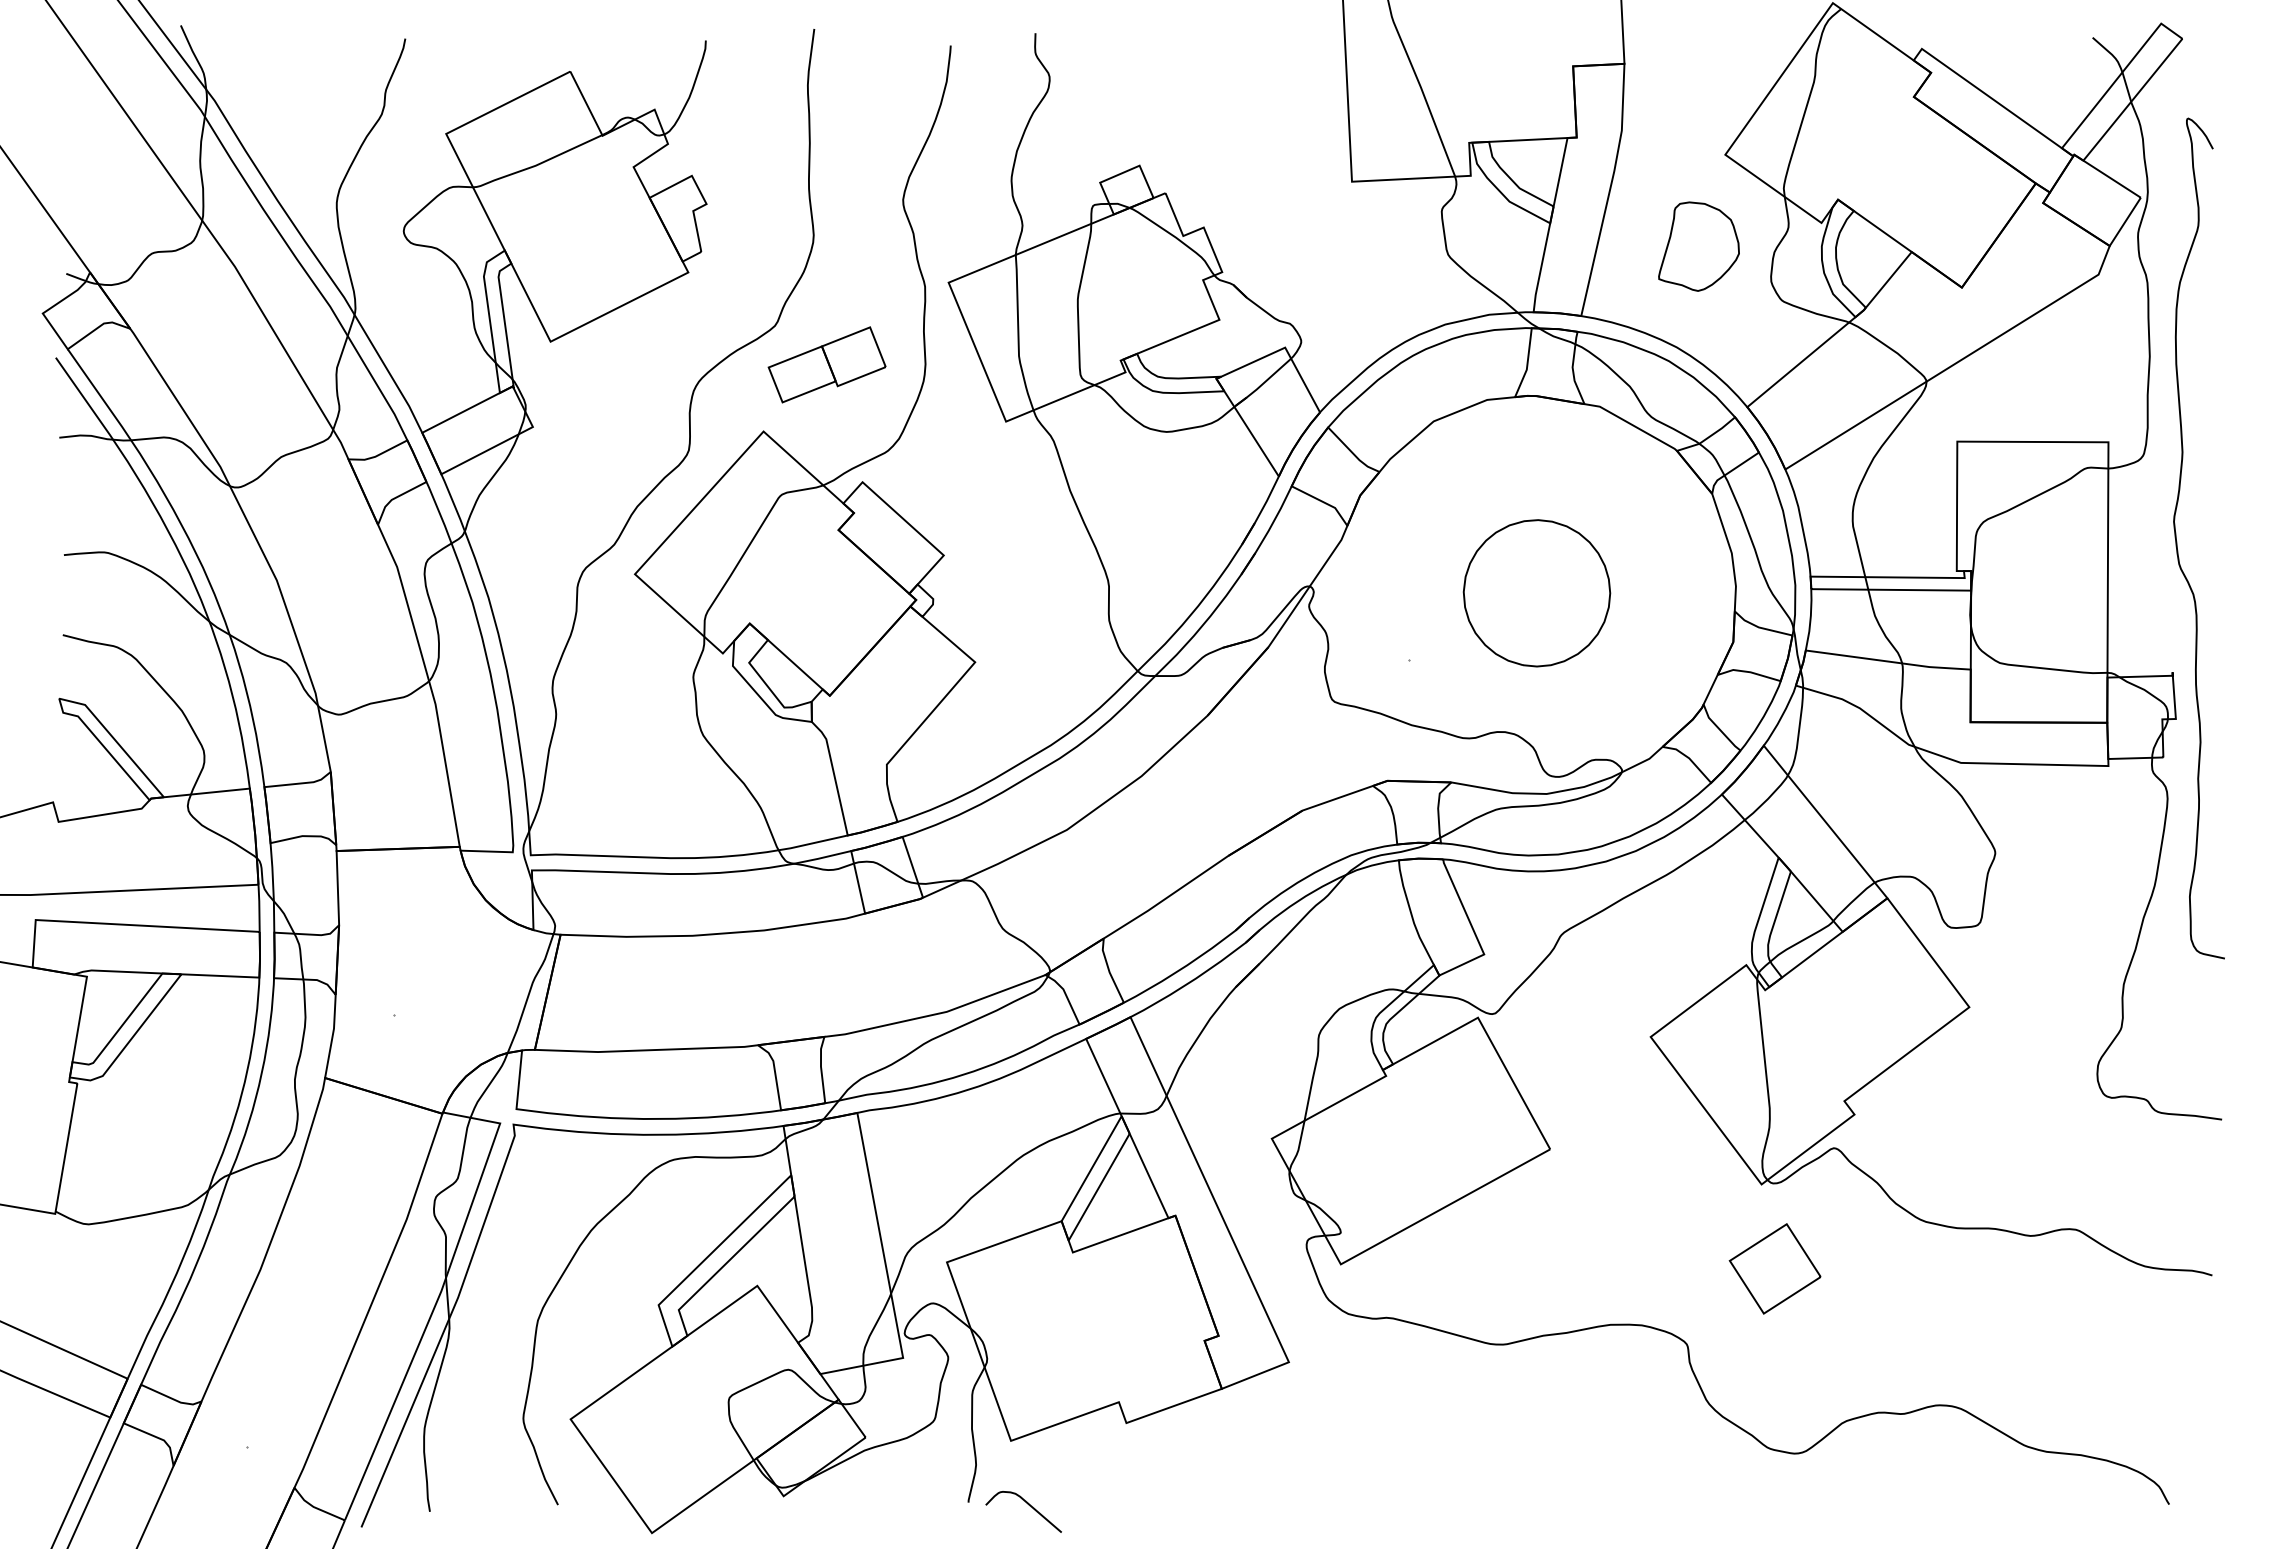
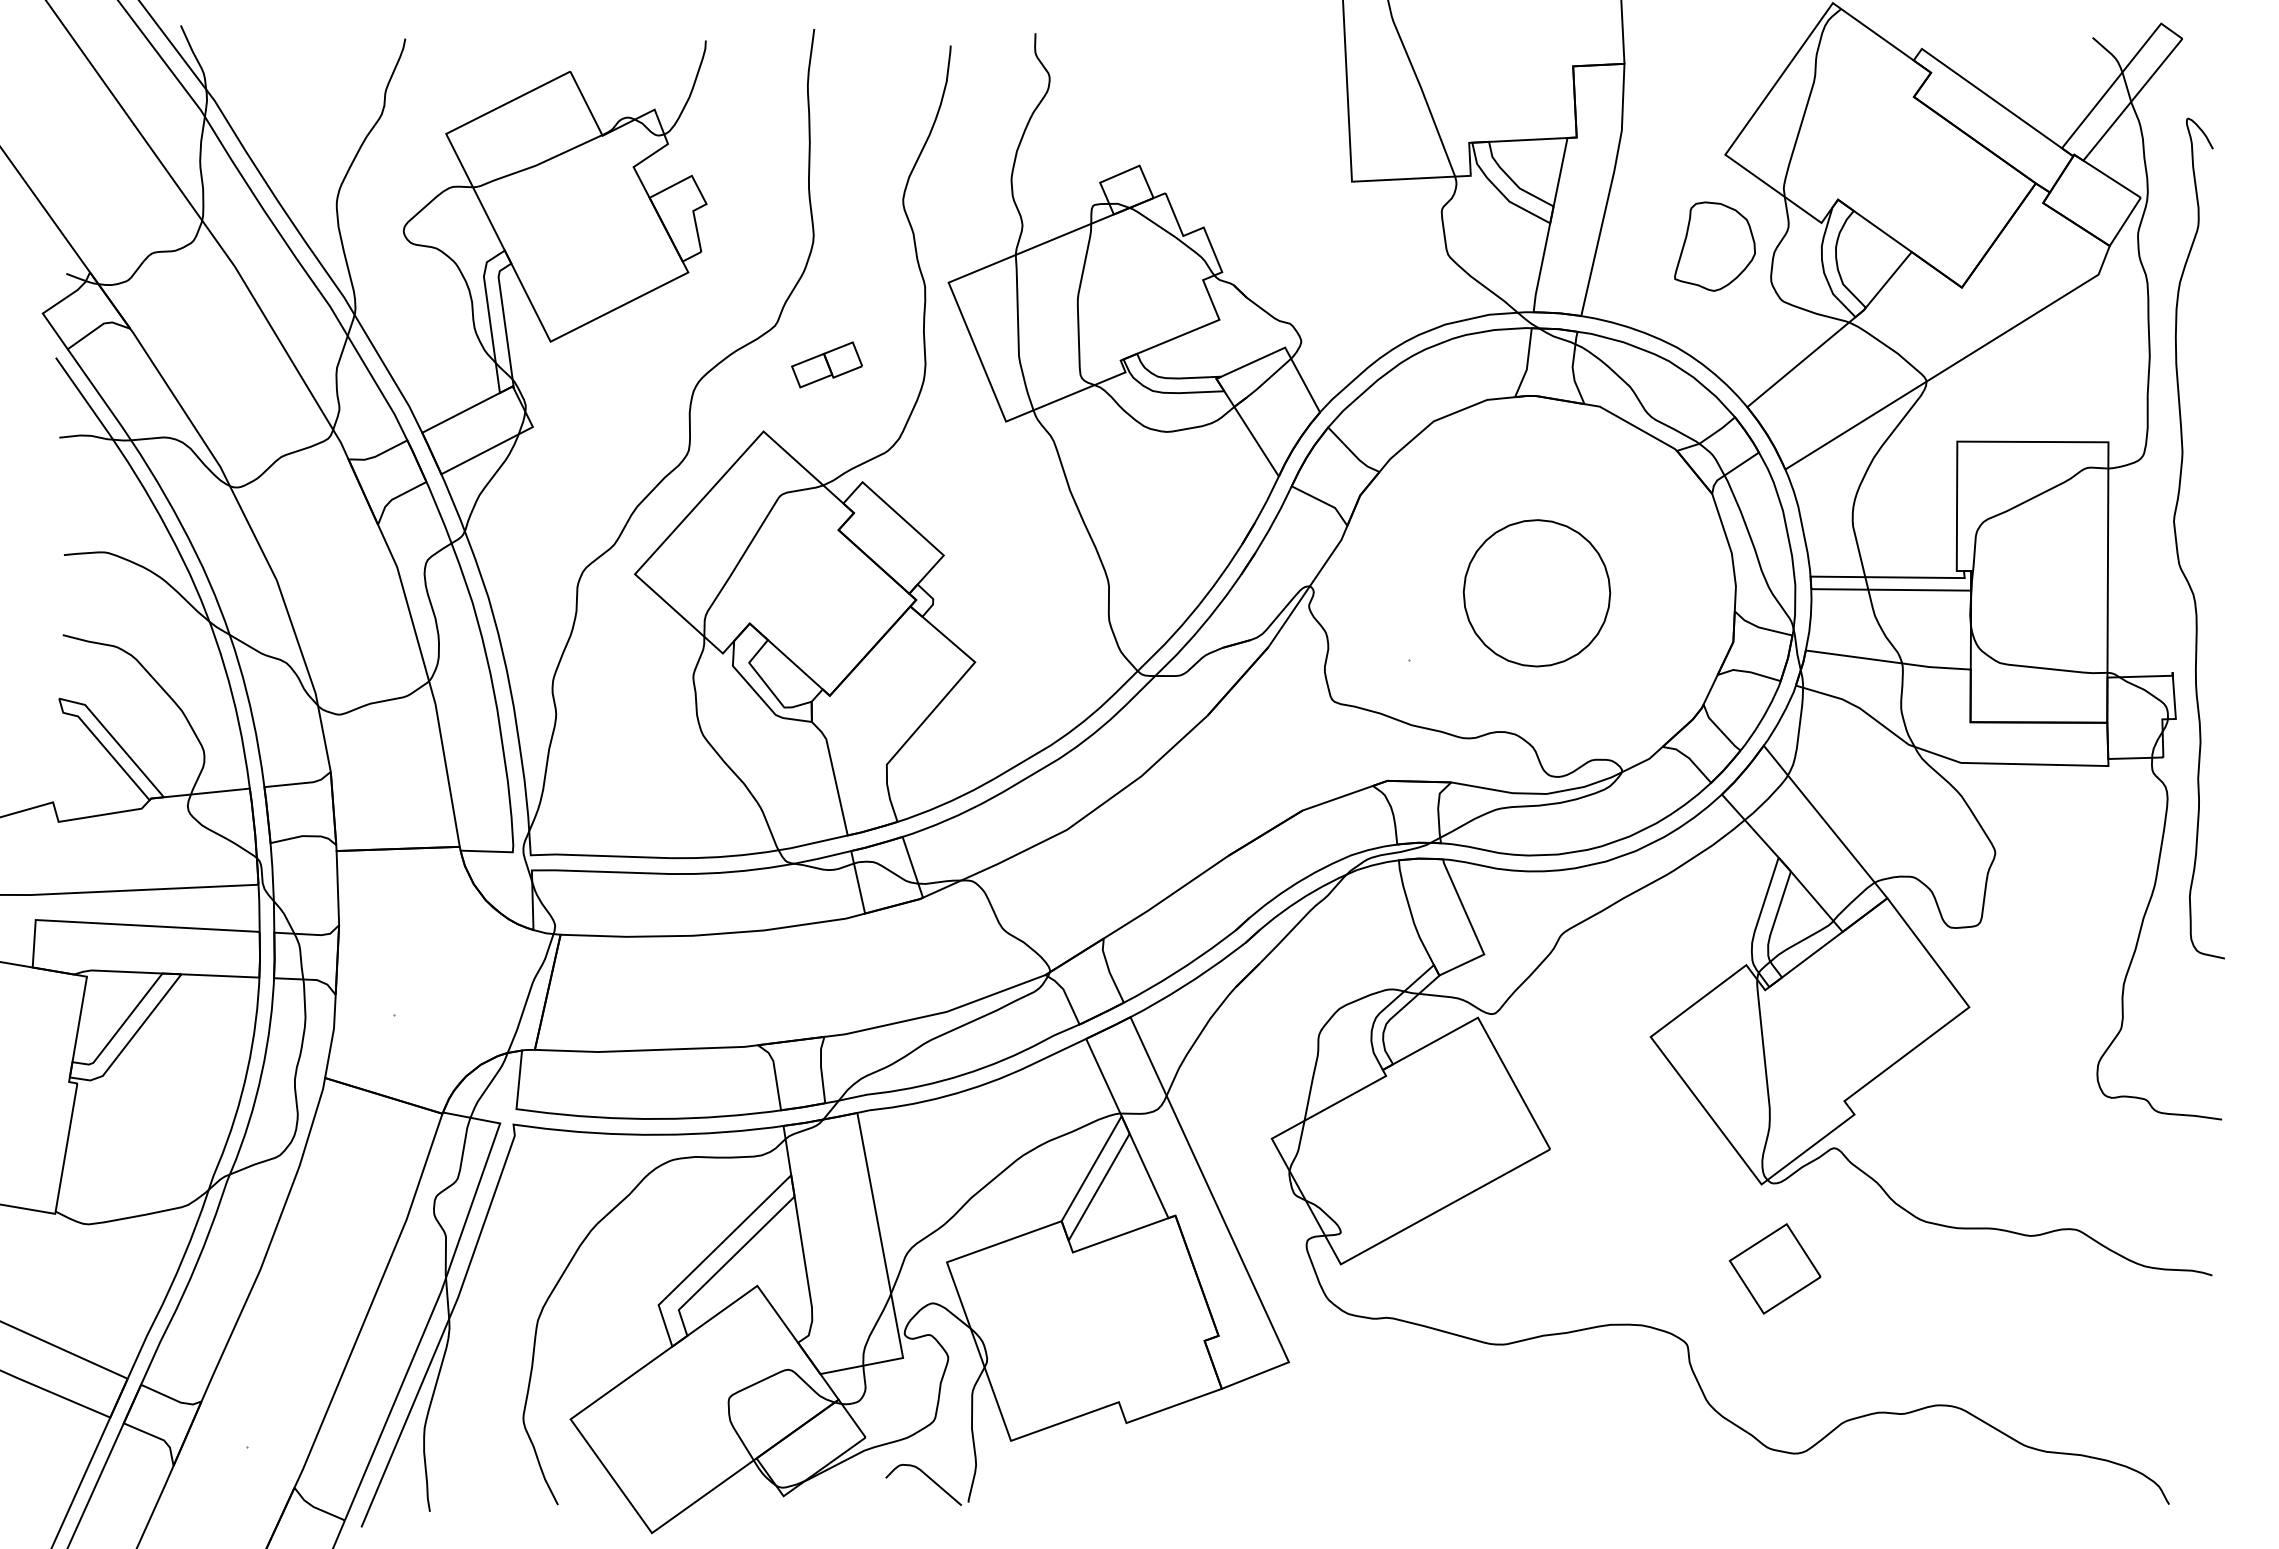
part at (1698, 246) position: (1698, 246) -> (1714, 246)
part at (826, 364) size: 120x78 px -> 72x48 px
curve at (1028, 1505) position: (1028, 1505) -> (928, 1478)
